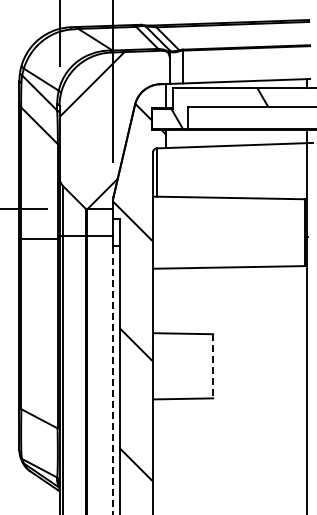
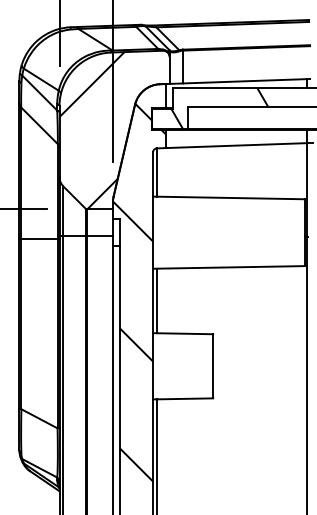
line at (156, 300): none -> present
line at (213, 366): dashed -> solid
line at (112, 380): dashed -> solid
line at (156, 455): none -> present
